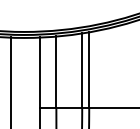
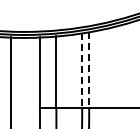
line at (82, 70): solid -> dashed
line at (89, 70): solid -> dashed
